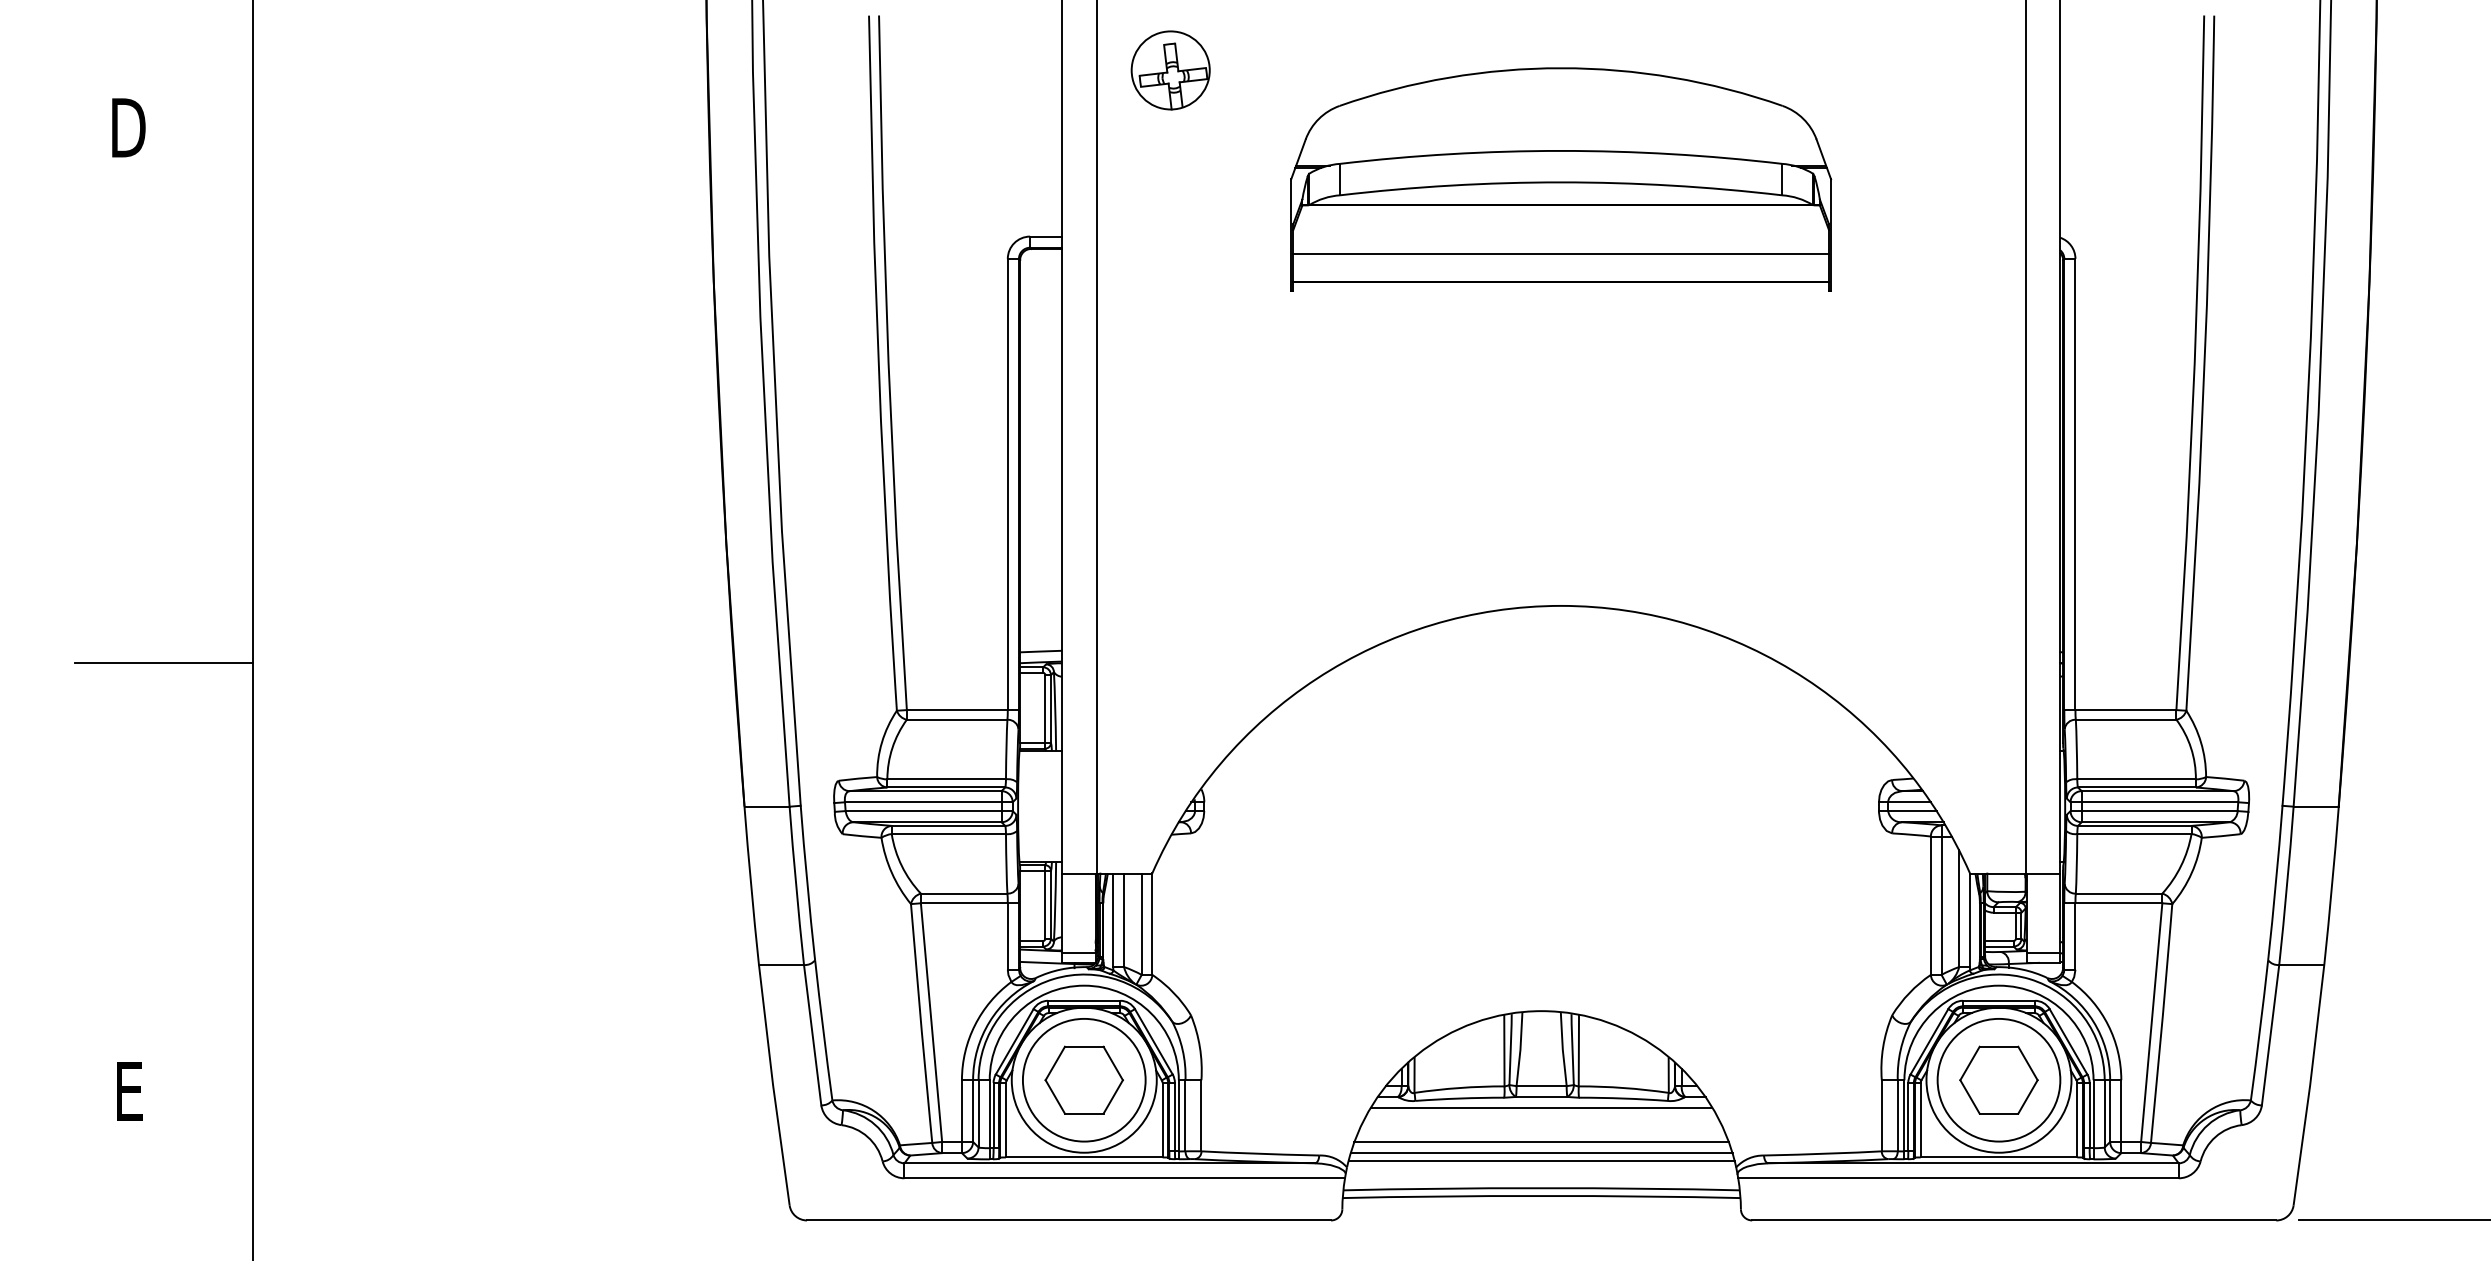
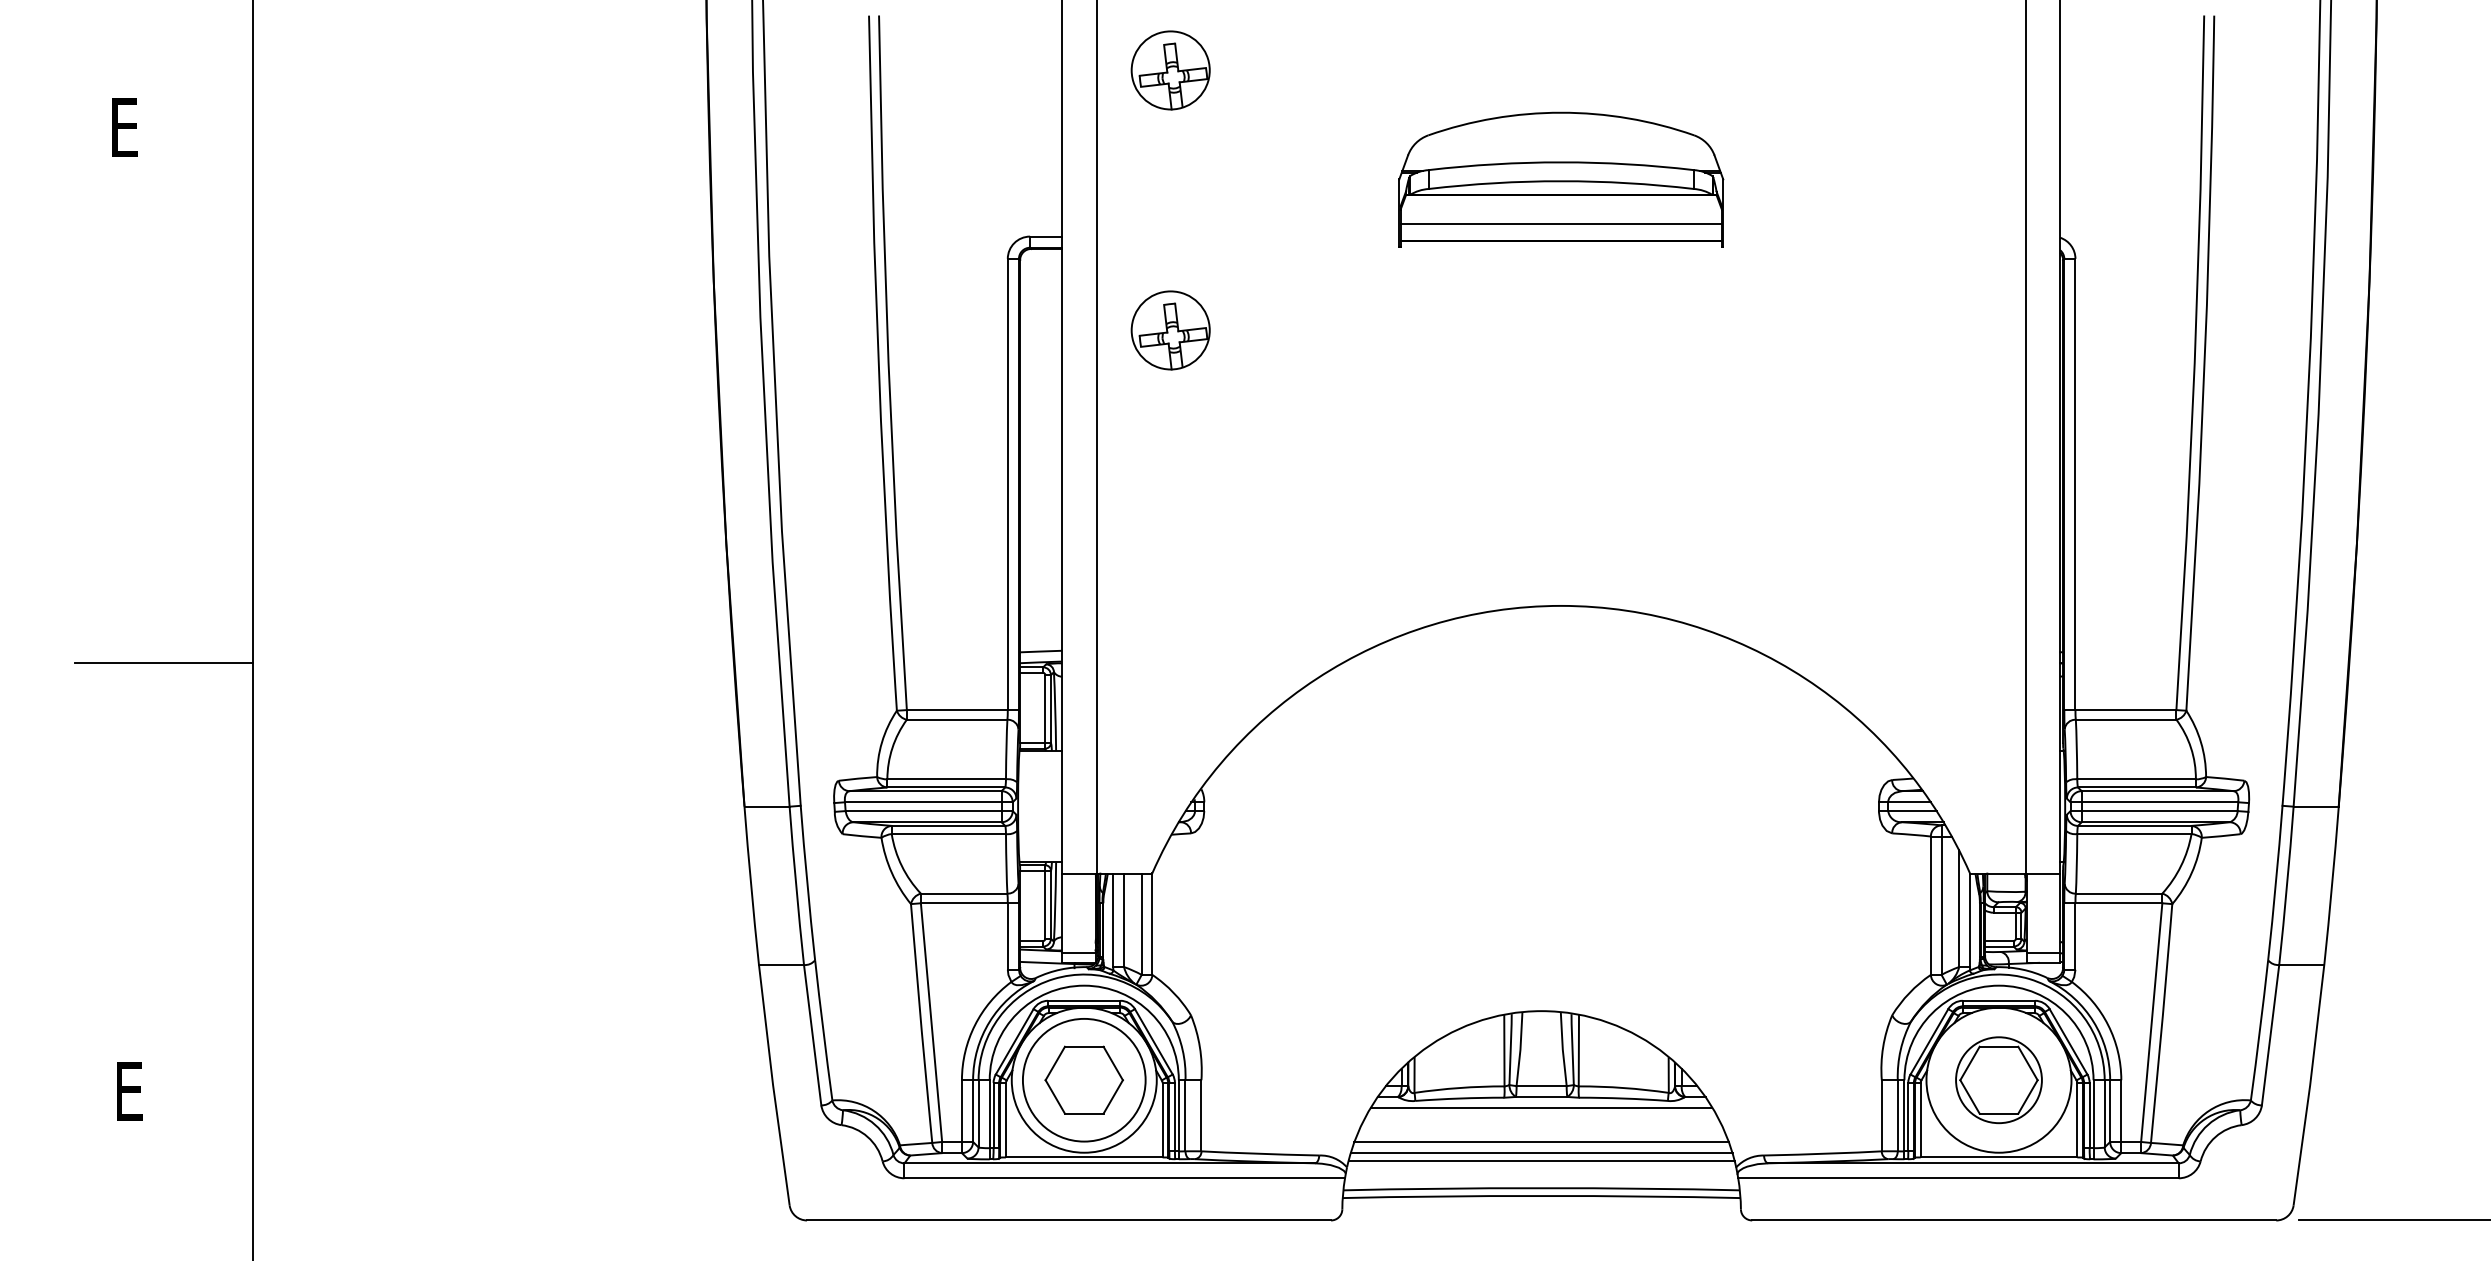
text at (128, 127): D -> E
part at (1561, 179) size: 543x225 px -> 327x137 px
part at (1170, 330): none -> present
circle at (1998, 1079) diameter: 123 px -> 86 px
